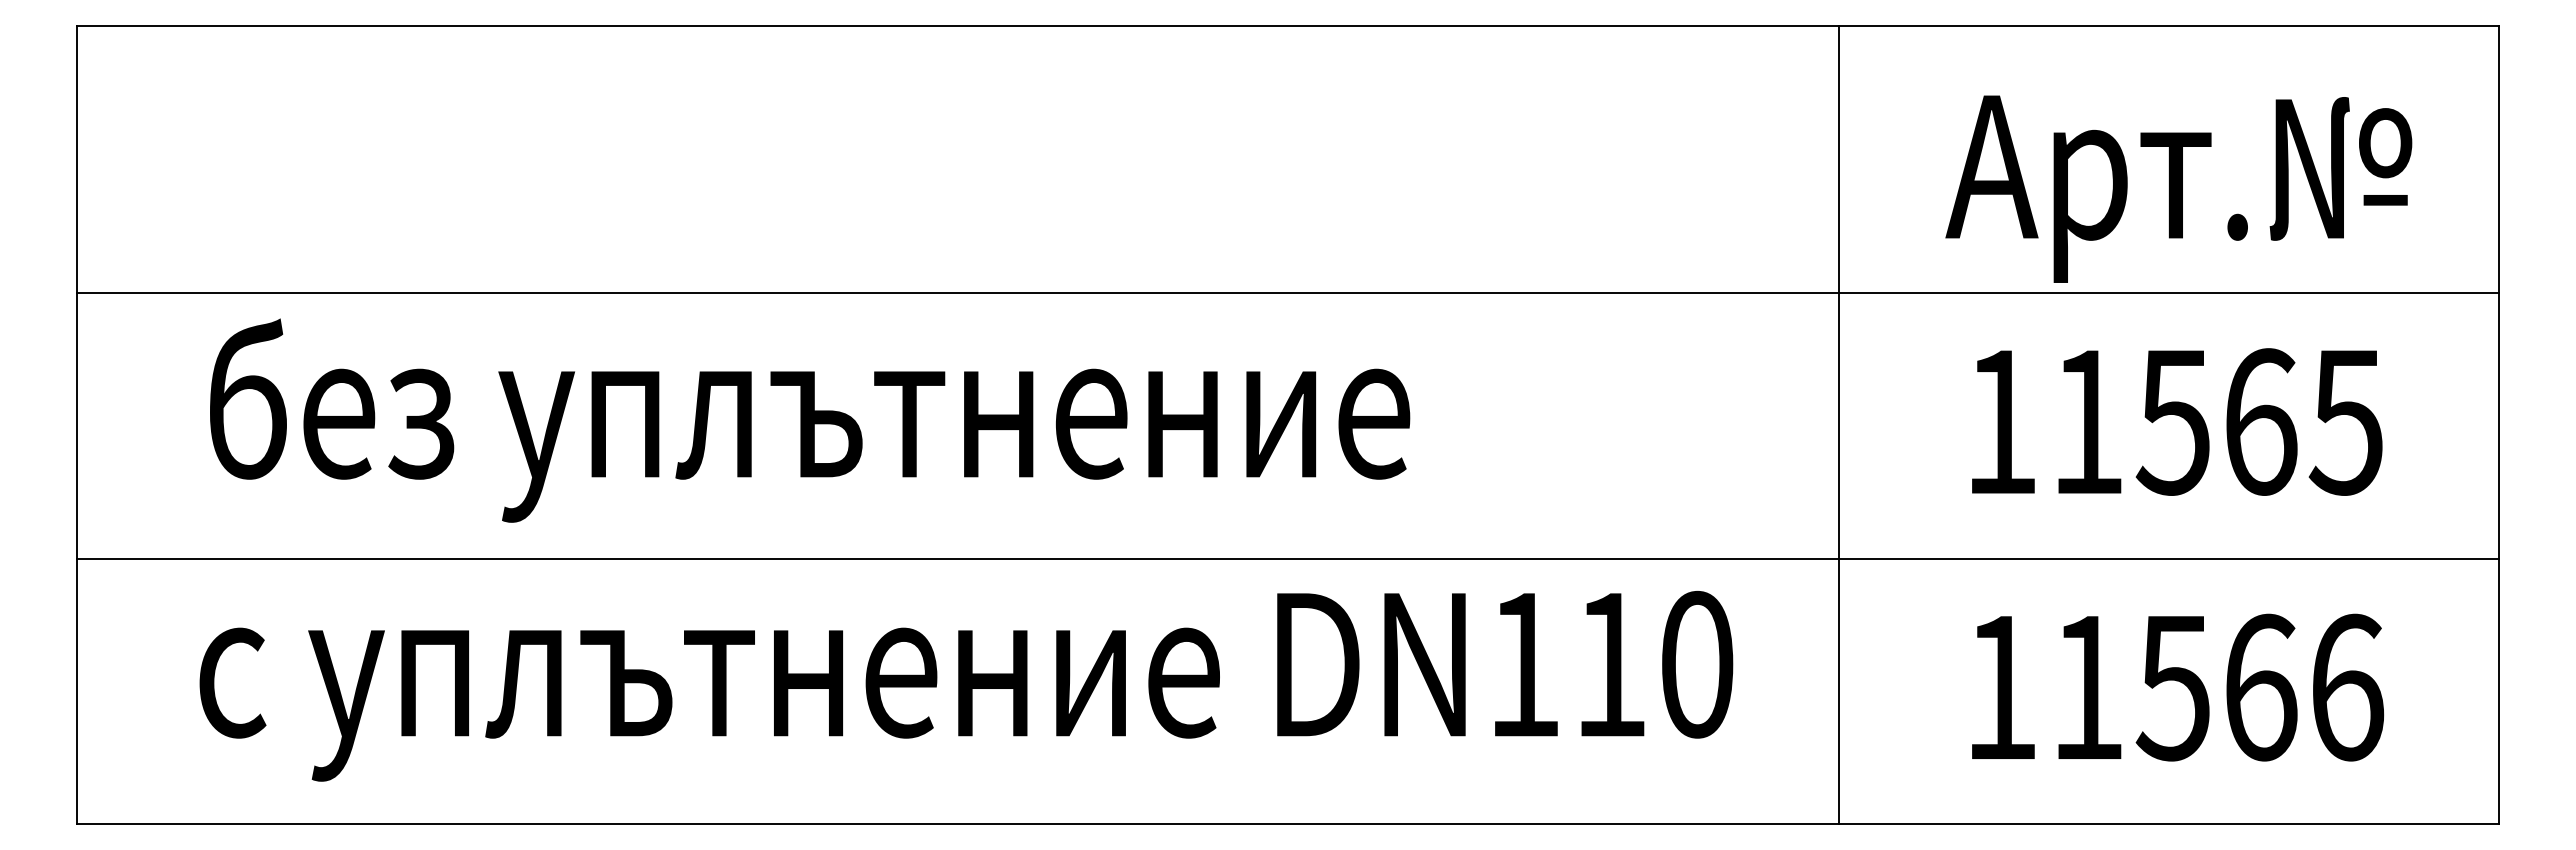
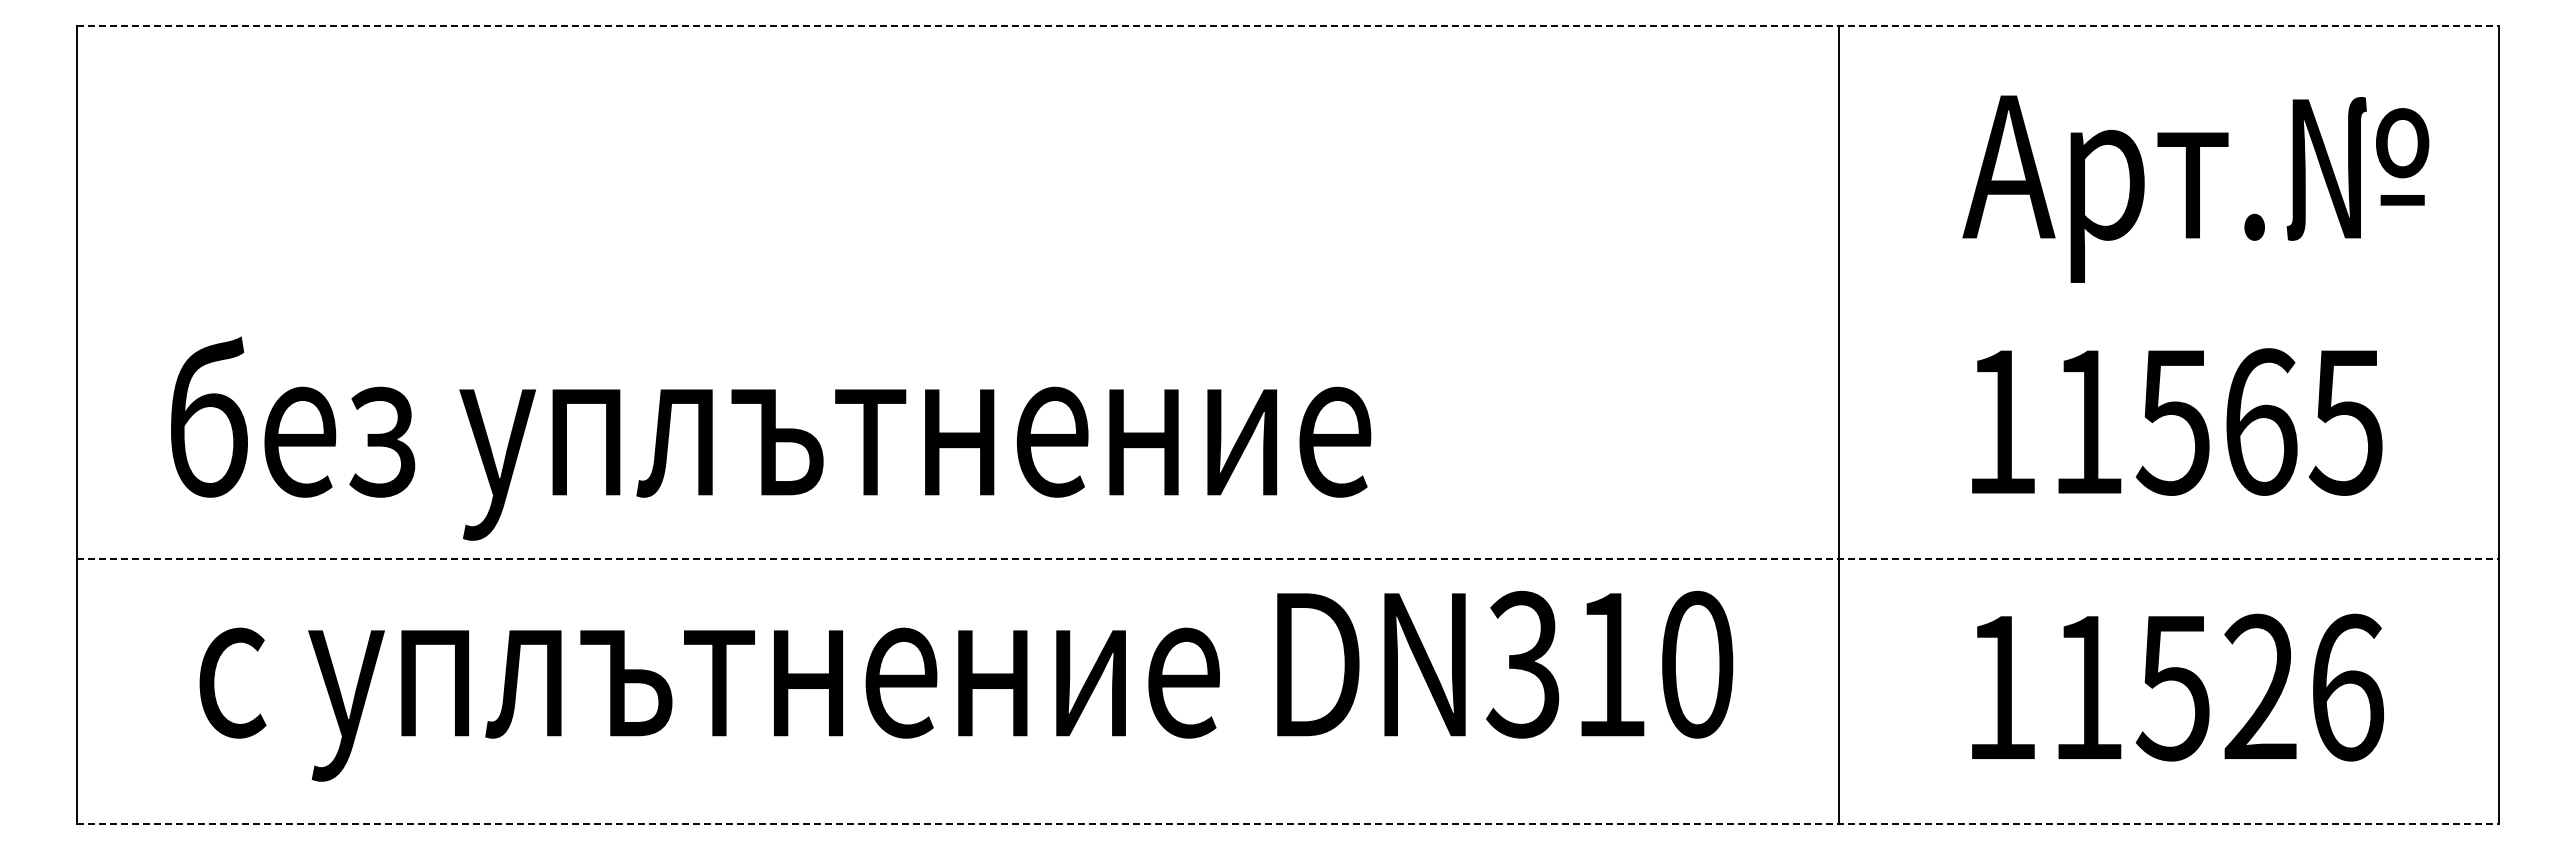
line at (1287, 25): solid -> dashed
text at (2178, 188) position: (2178, 188) -> (2195, 188)
line at (1287, 293): present -> none
text at (810, 420) position: (810, 420) -> (771, 438)
line at (1287, 558): solid -> dashed
text at (1522, 664): DN110 -> DN310
text at (2260, 687): 11566 -> 11526
line at (1287, 824): solid -> dashed
